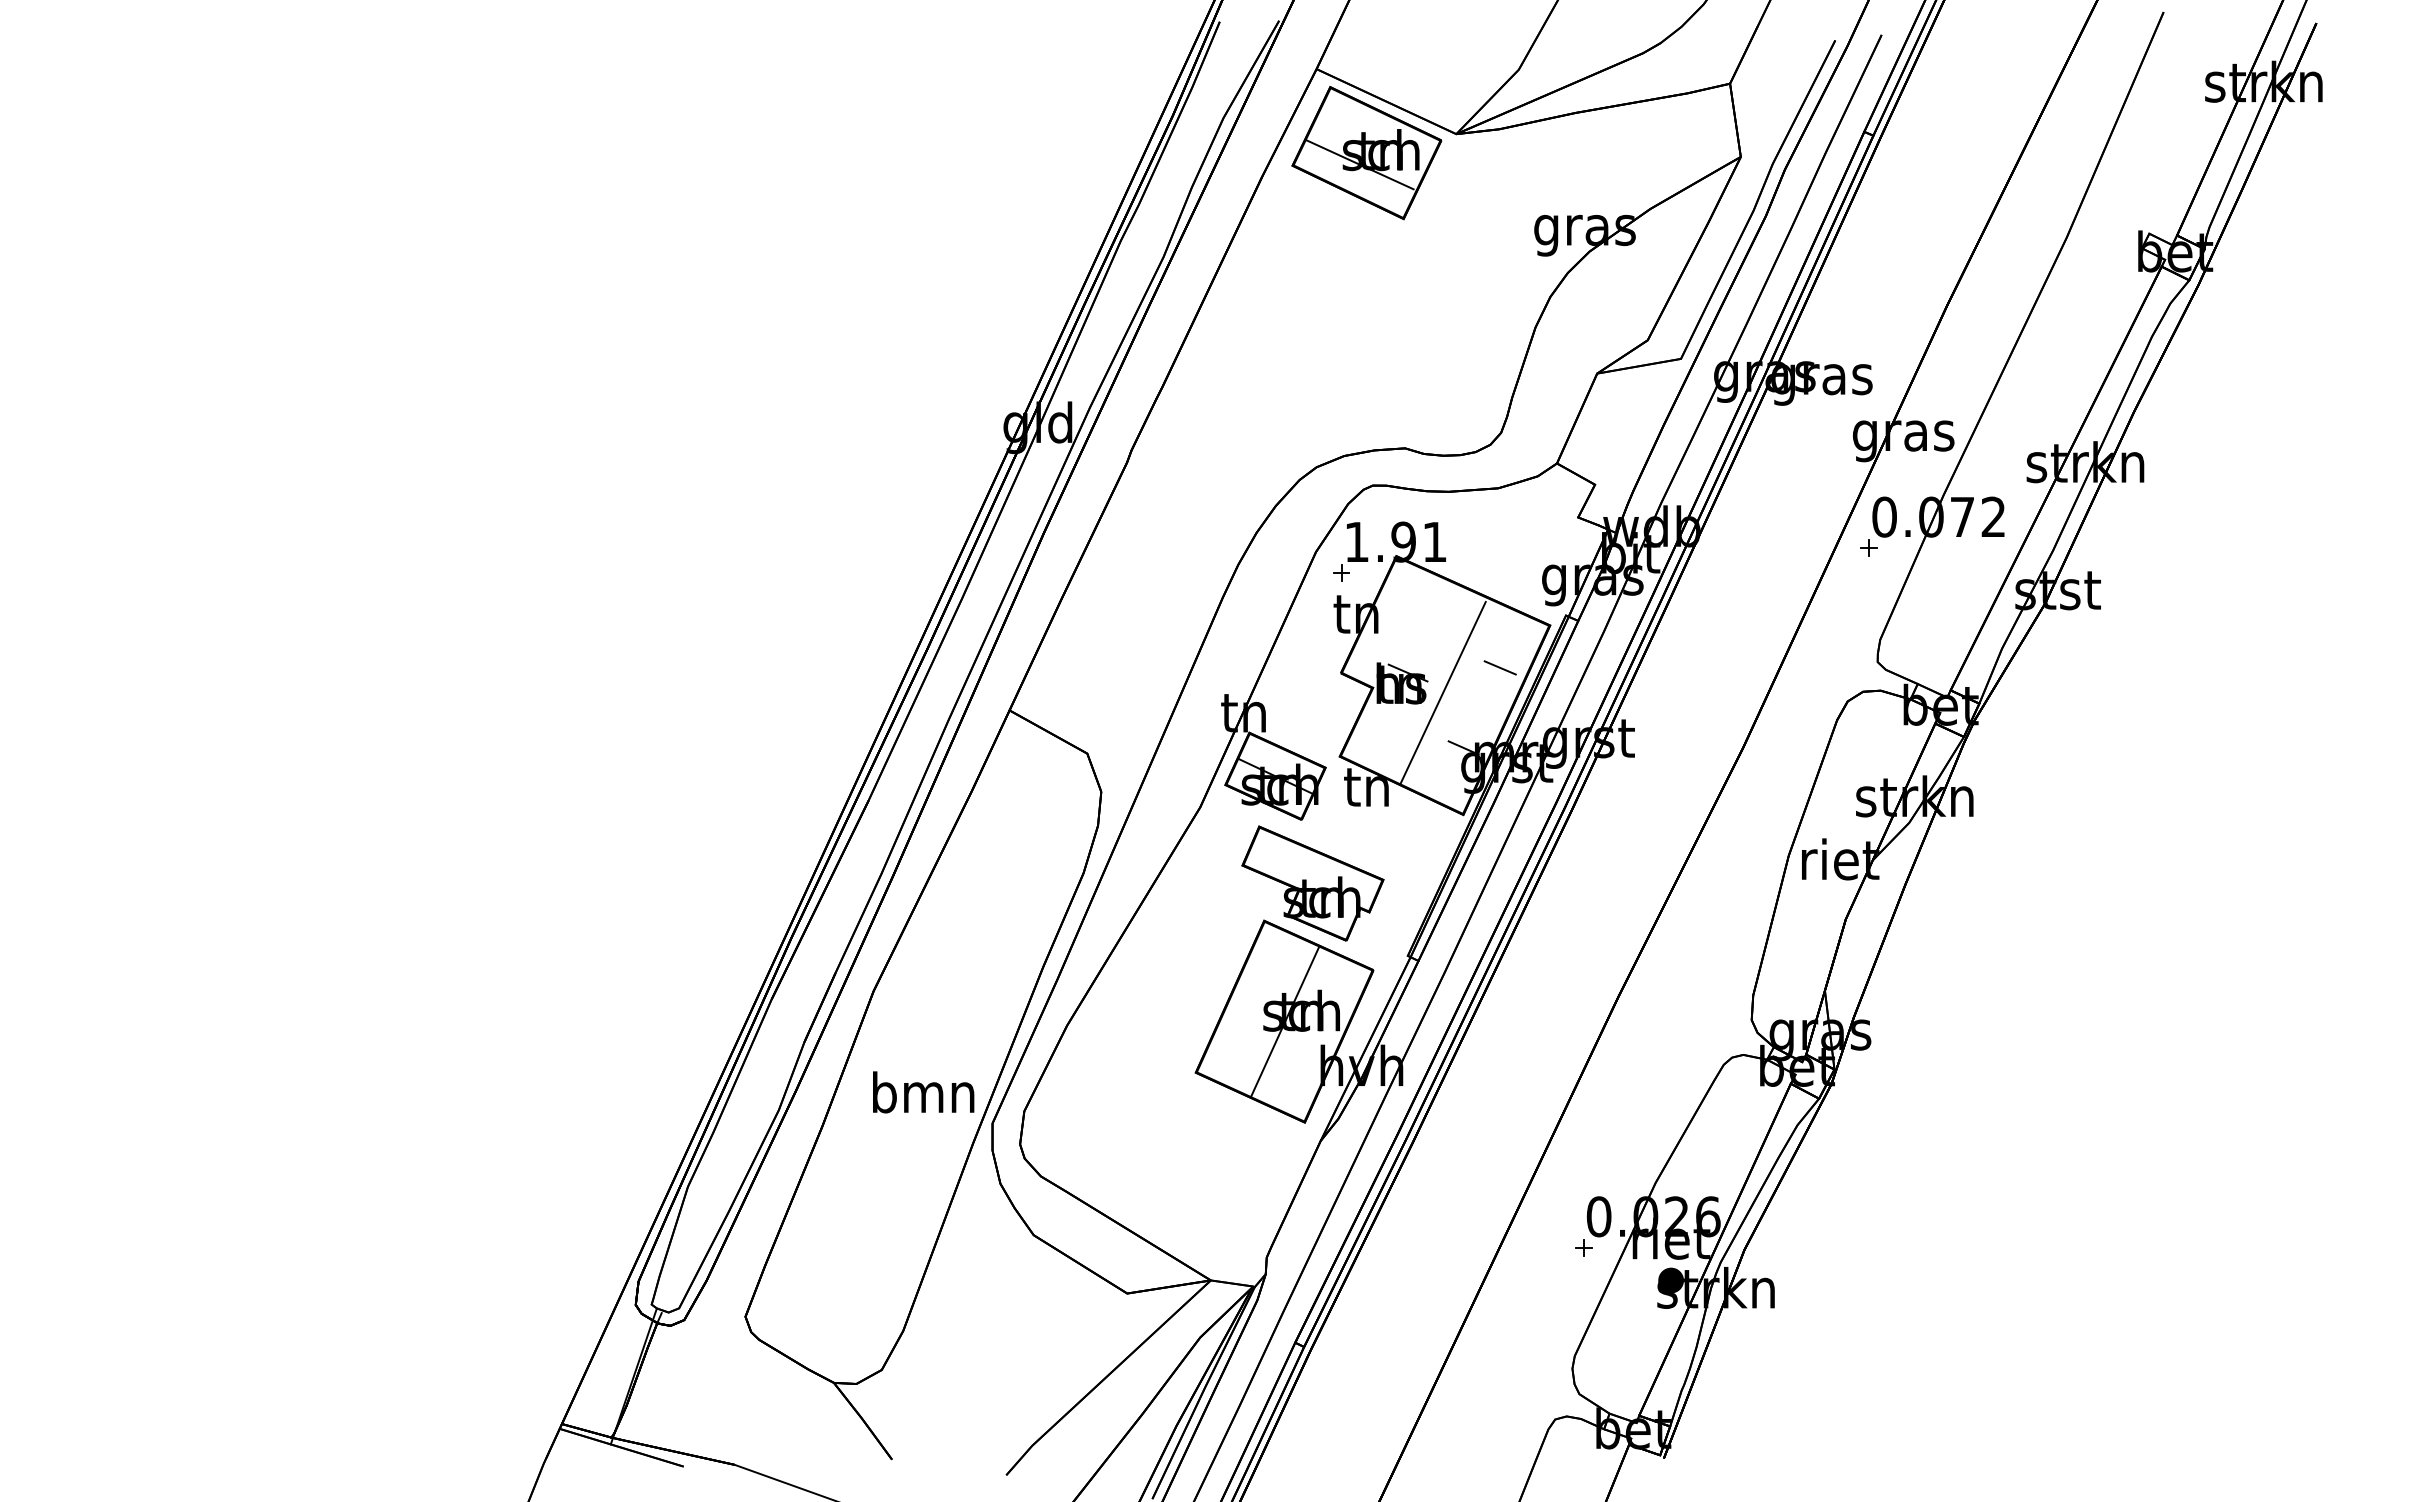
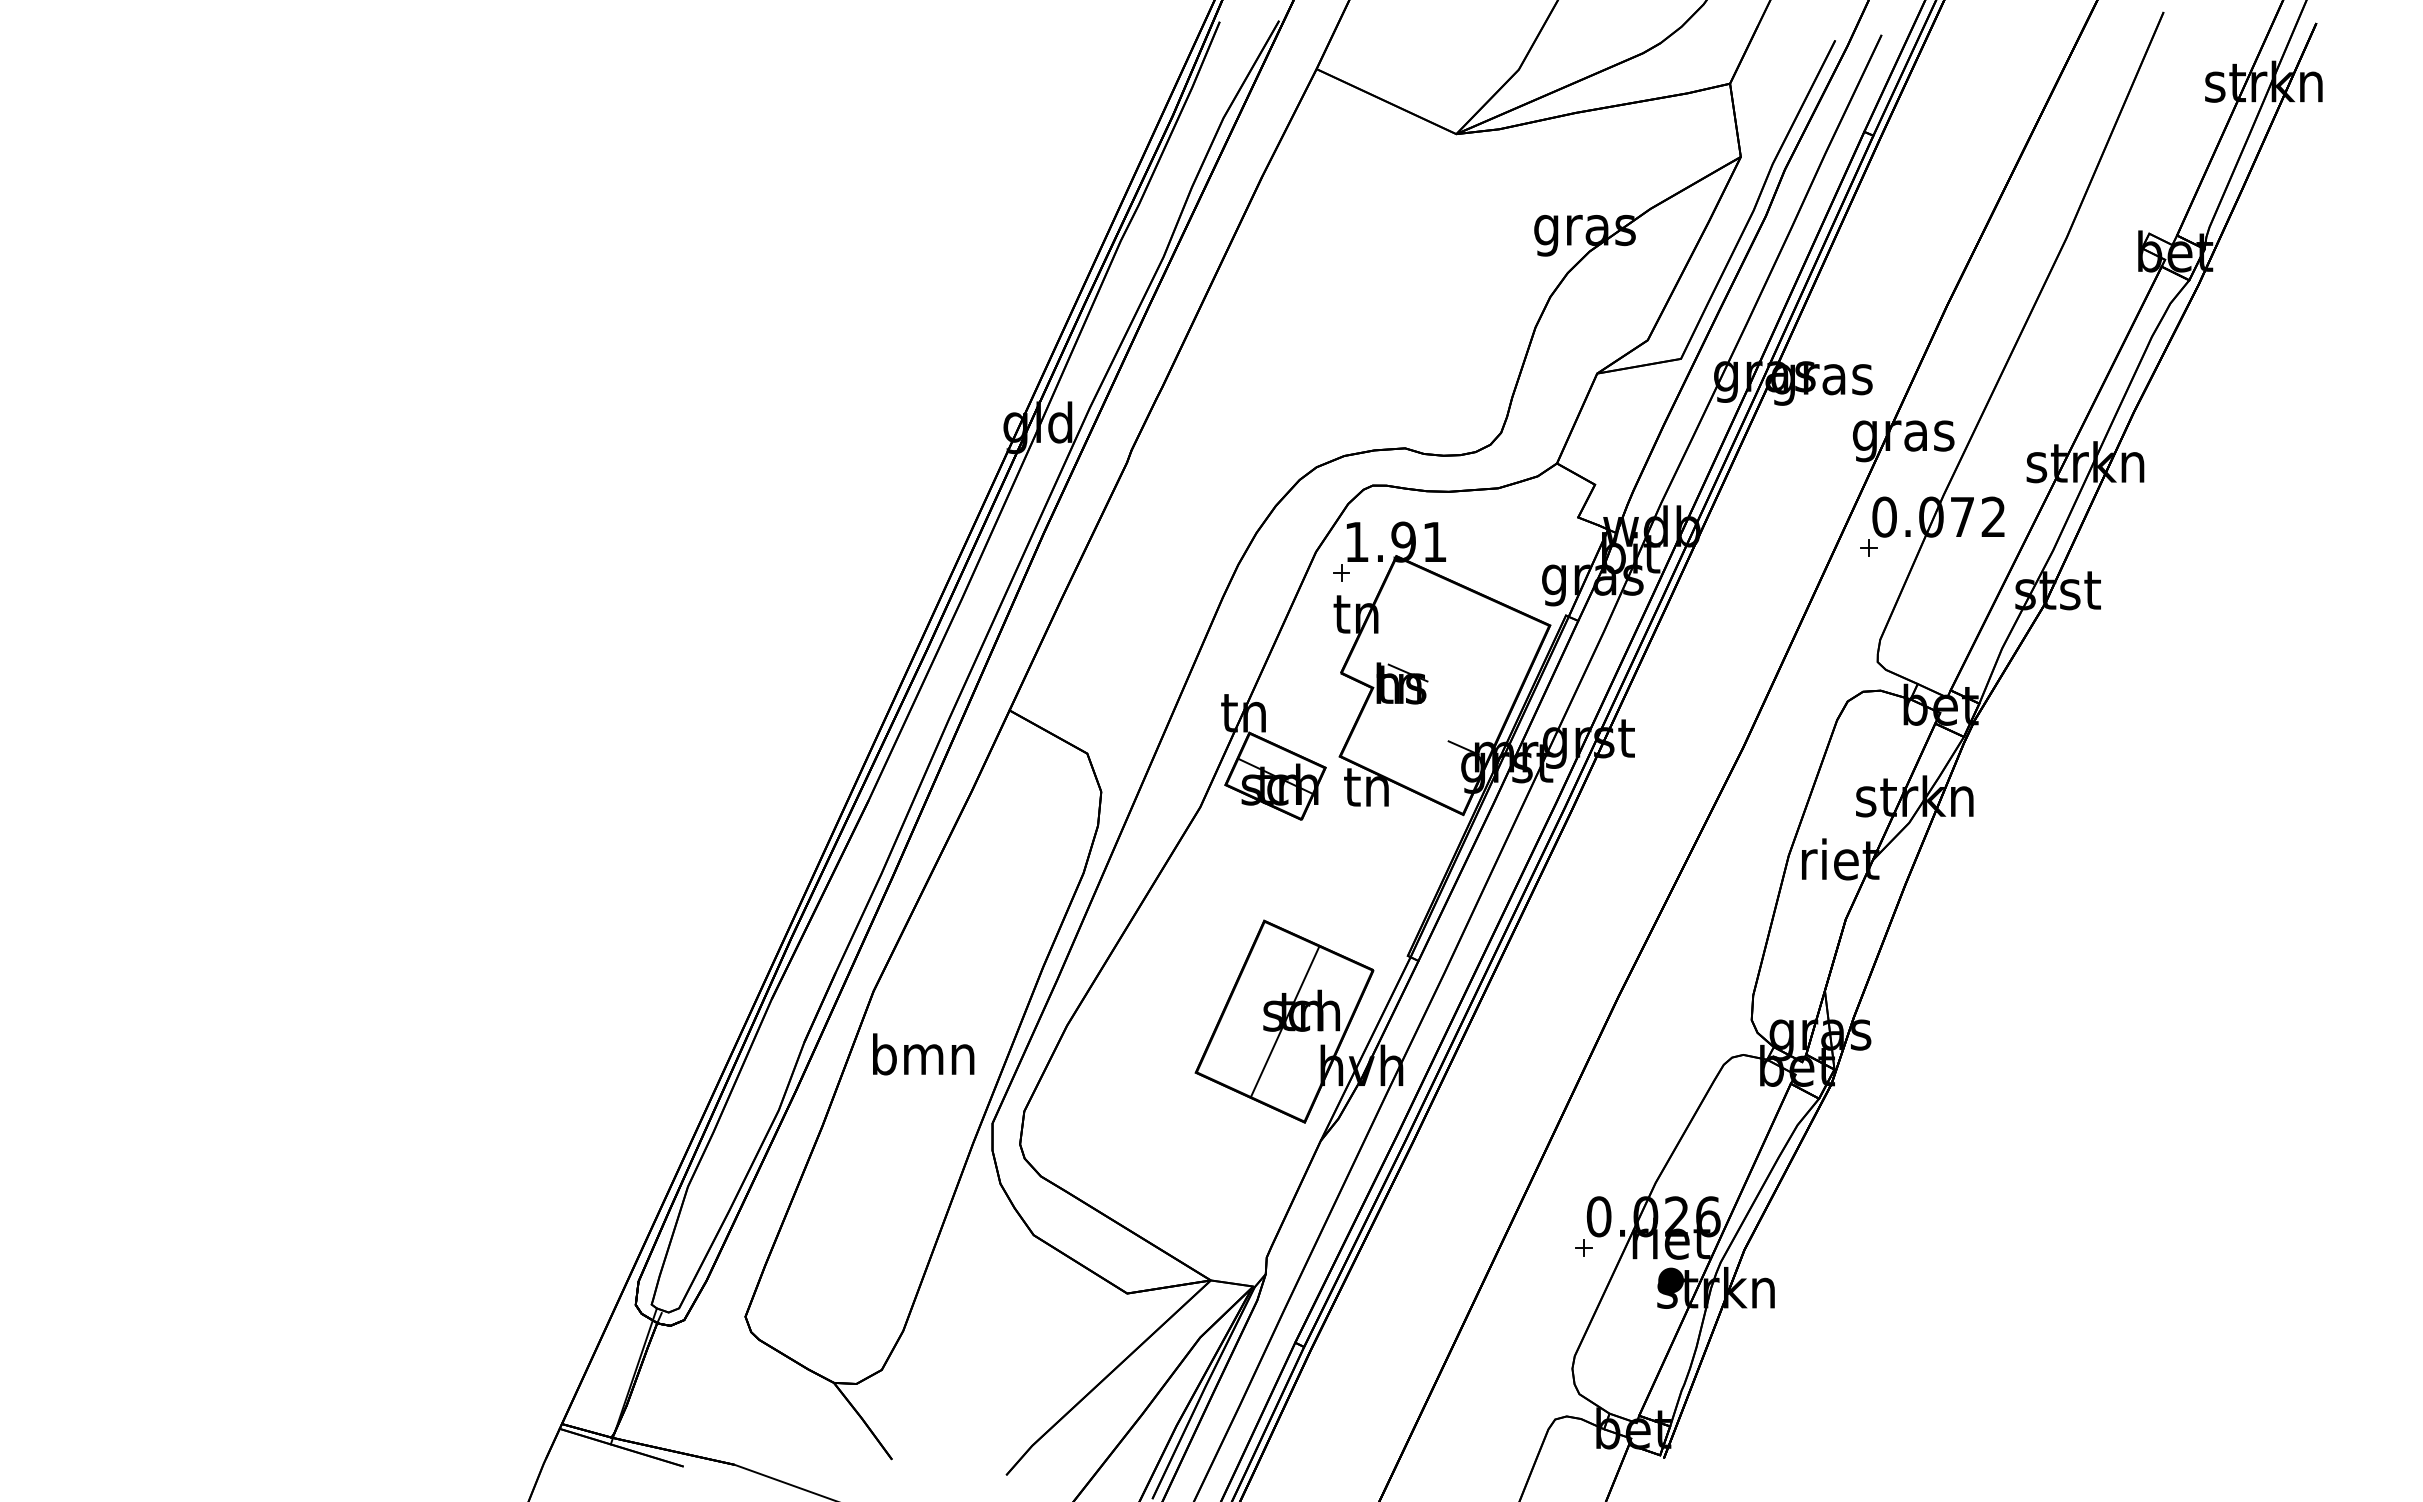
part at (1366, 153): present -> none
line at (1499, 667): present -> none
line at (1442, 692): present -> none
part at (1312, 883): present -> none
text at (923, 1092) position: (923, 1092) -> (923, 1054)
